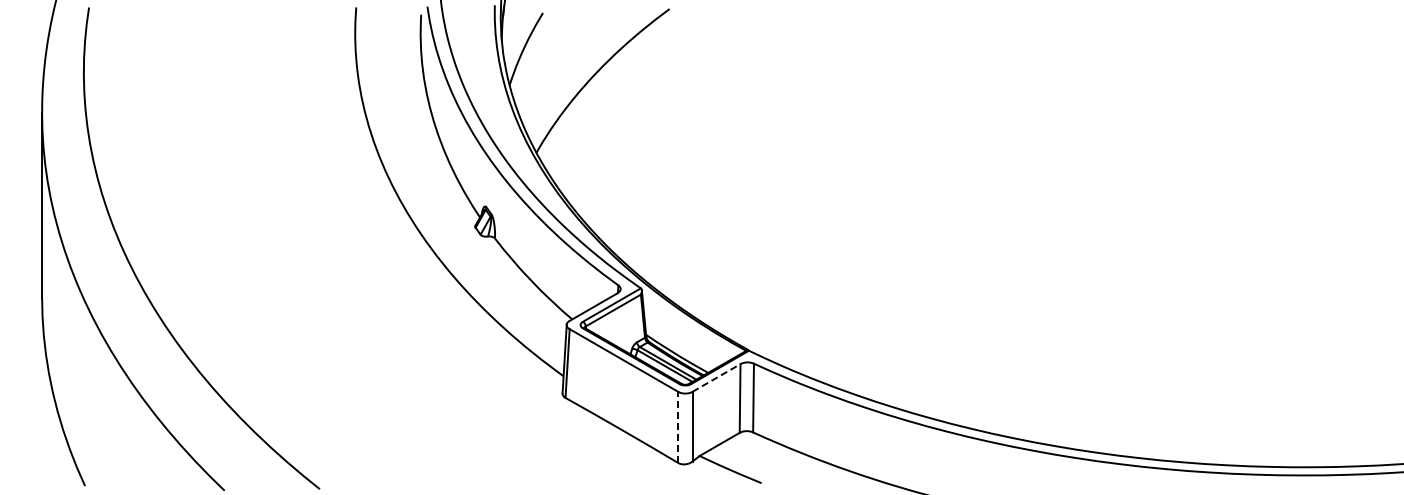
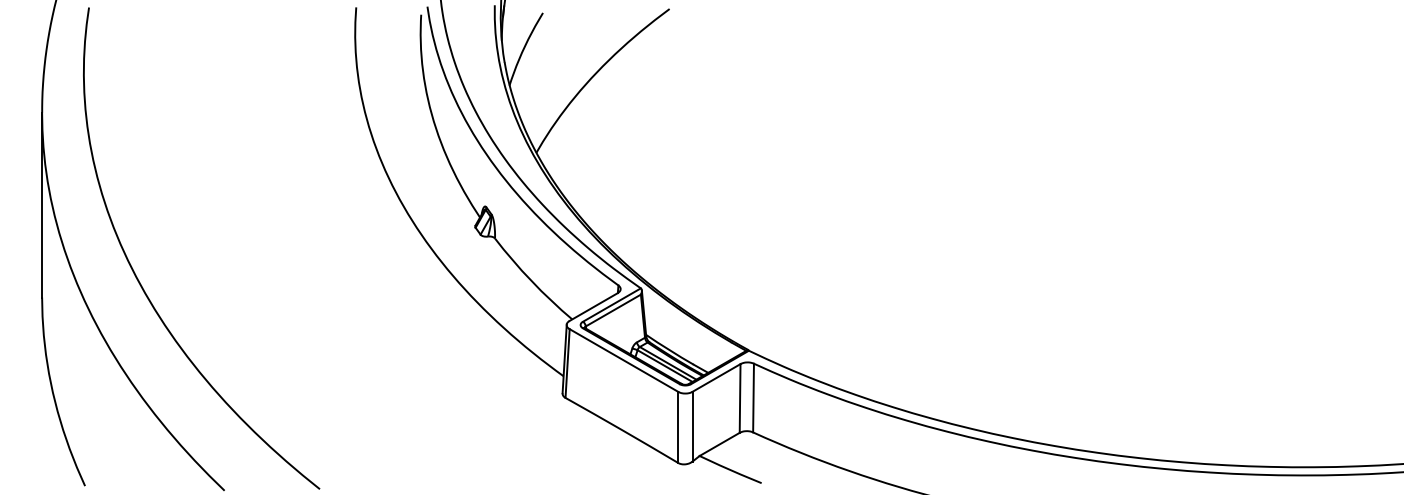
line at (716, 377): dashed -> solid
line at (678, 427): dashed -> solid
